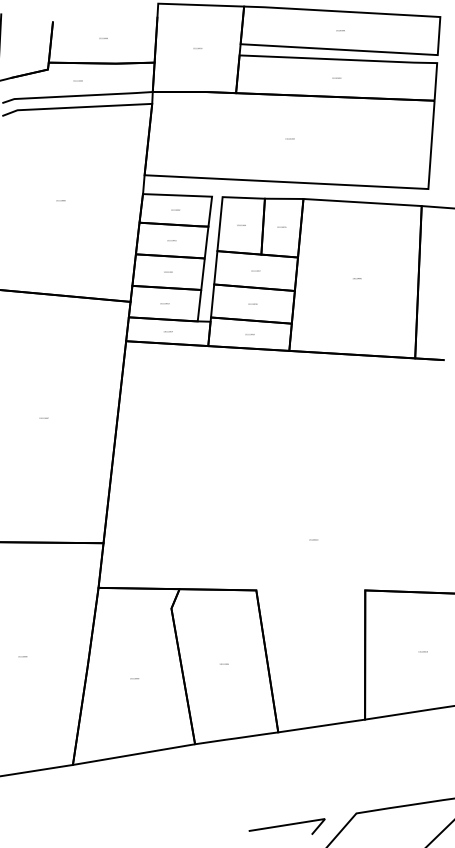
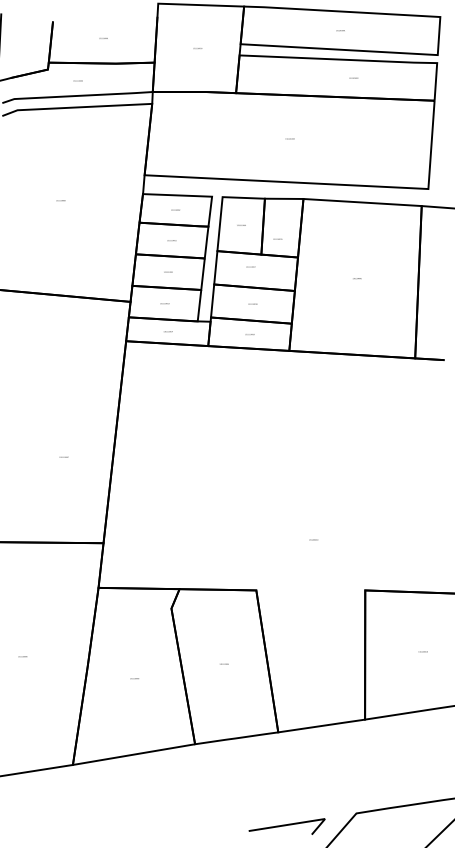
text at (336, 77) position: (336, 77) -> (353, 77)
text at (281, 226) position: (281, 226) -> (277, 238)
text at (255, 270) position: (255, 270) -> (250, 266)
text at (43, 418) position: (43, 418) -> (63, 457)
